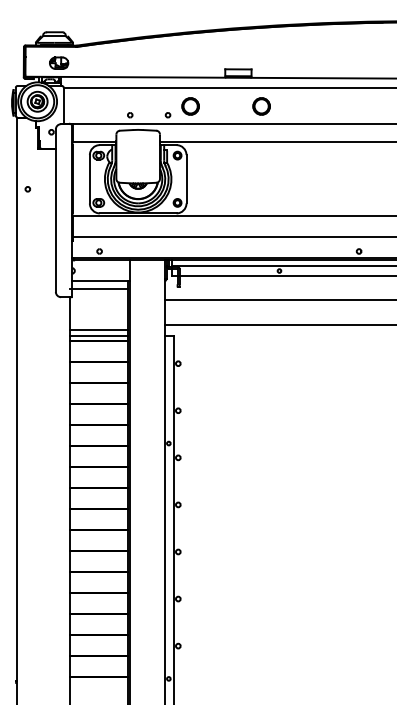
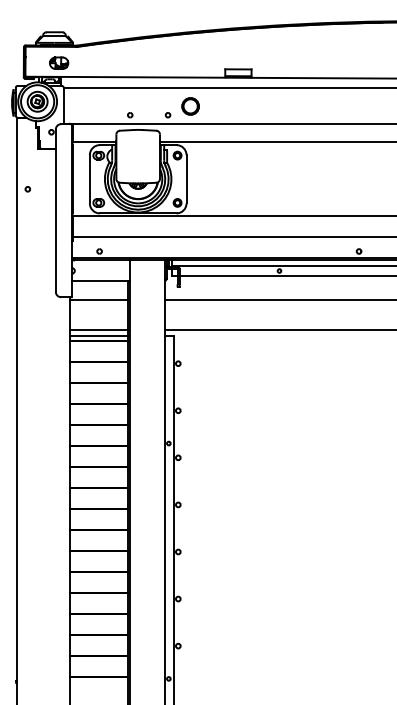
circle at (261, 106): present -> none
line at (99, 289) position: (99, 289) -> (99, 300)
line at (278, 324) position: (278, 324) -> (278, 329)
